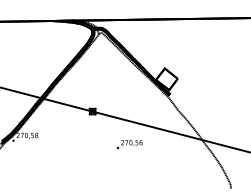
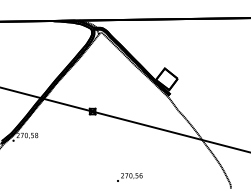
text at (129, 144) position: (129, 144) -> (129, 177)
